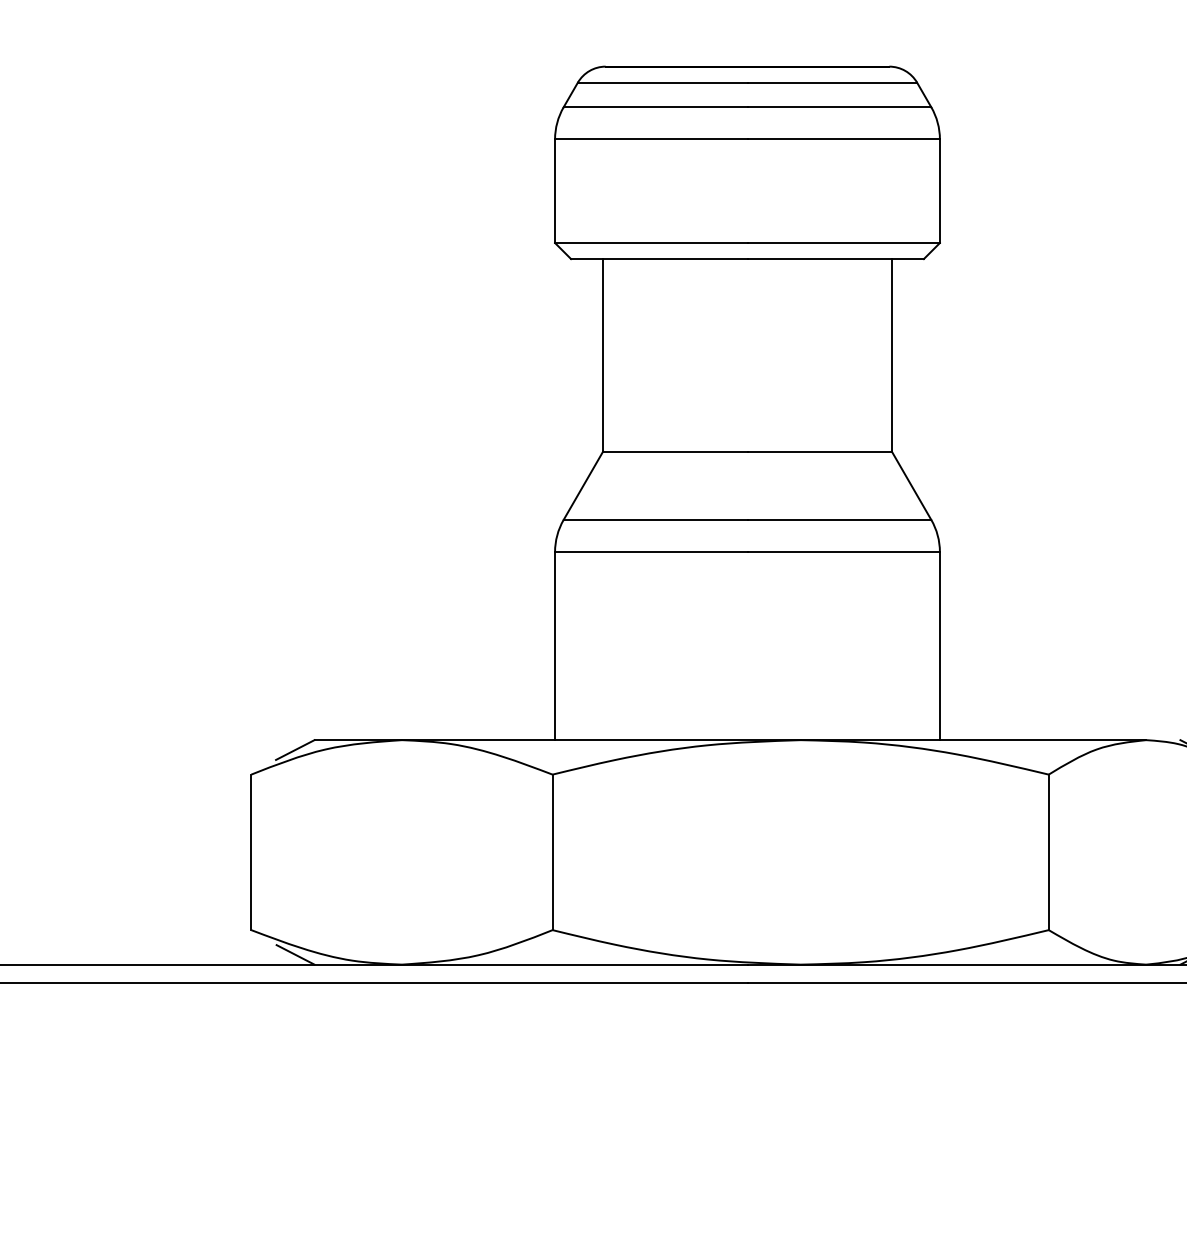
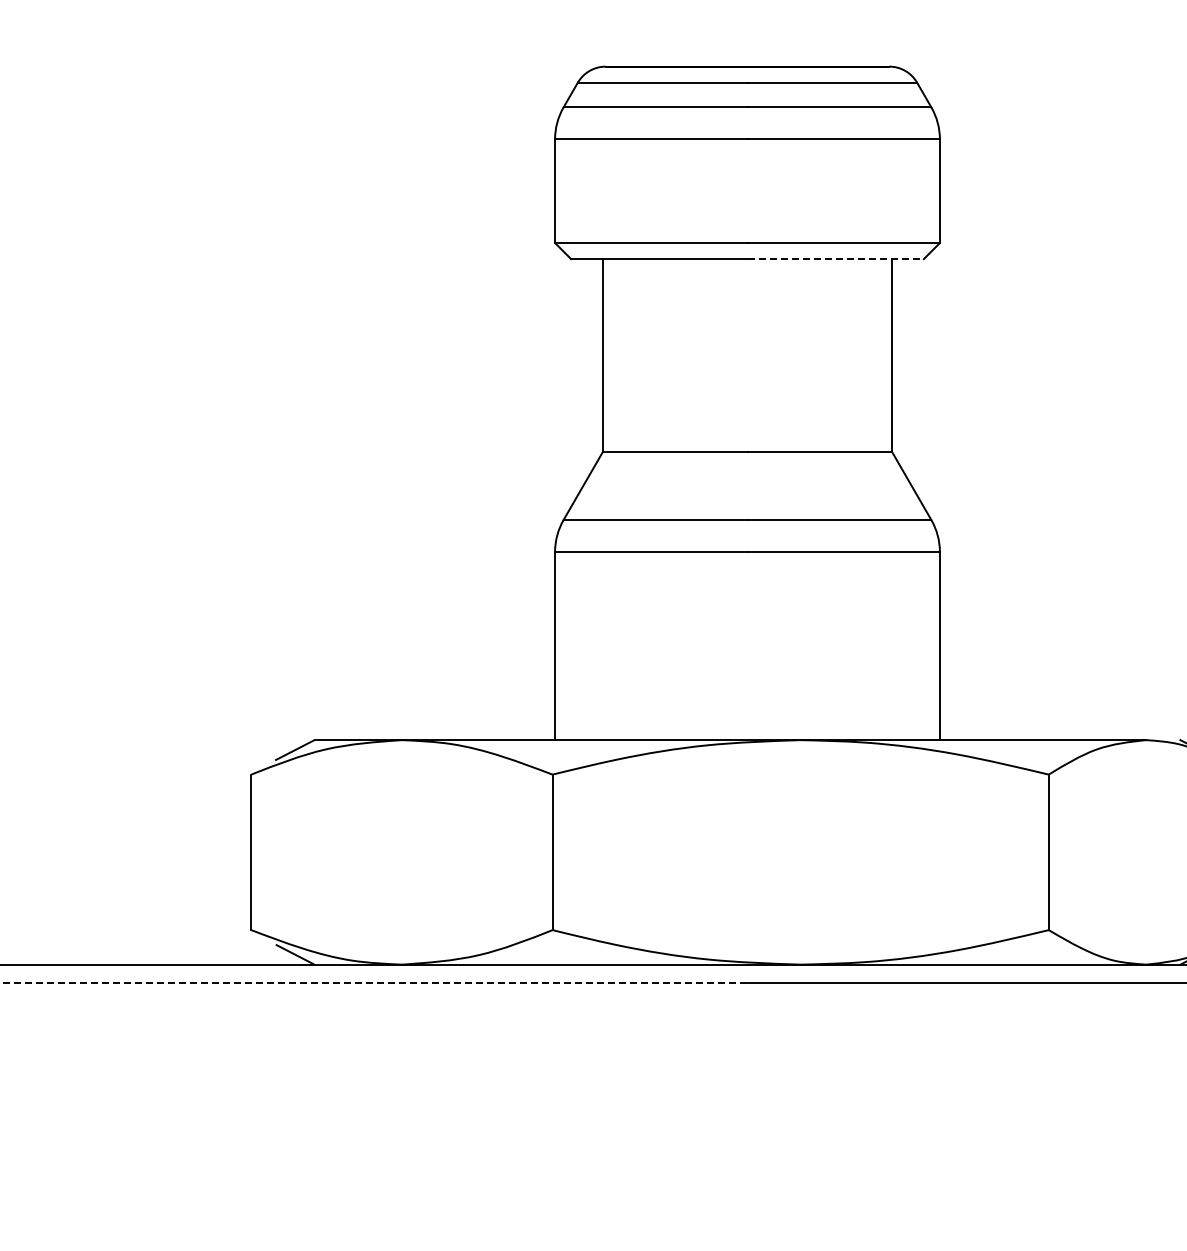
line at (836, 259): solid -> dashed
line at (374, 983): solid -> dashed
